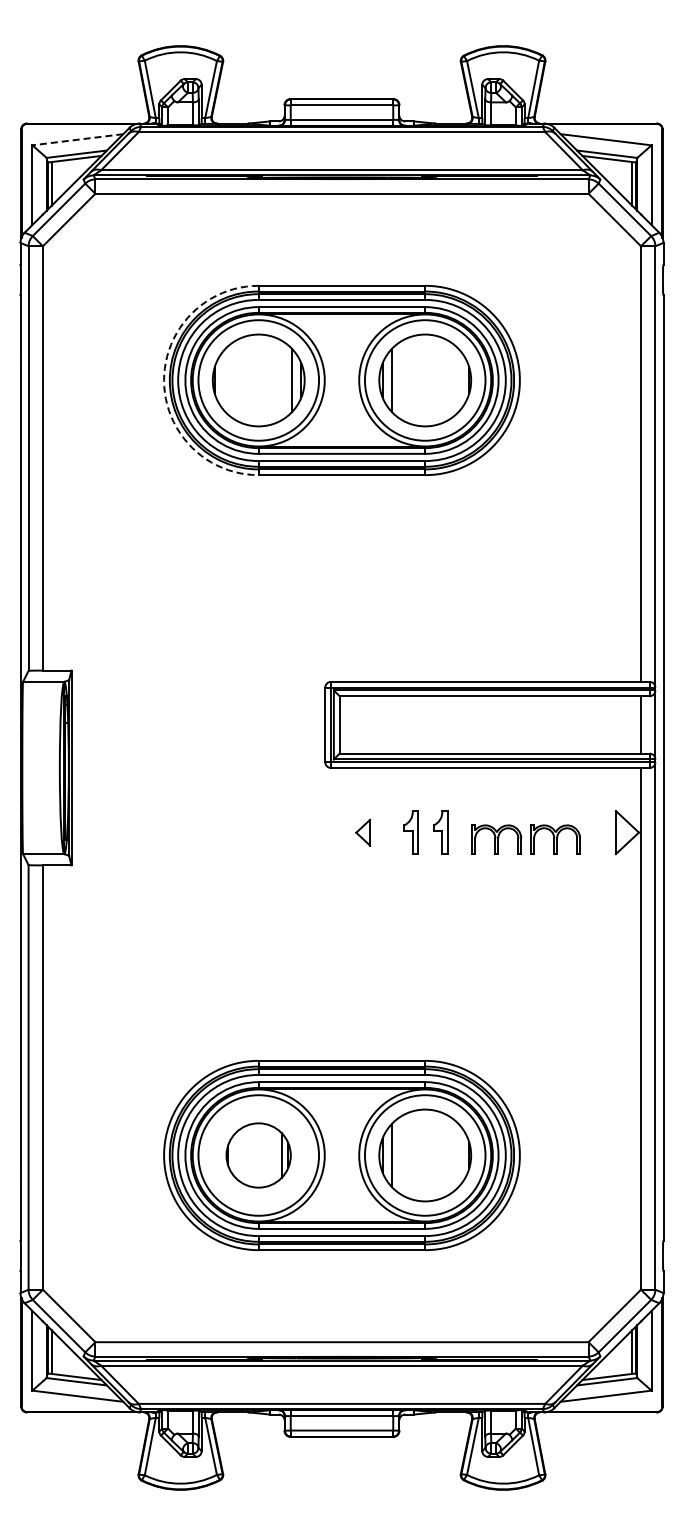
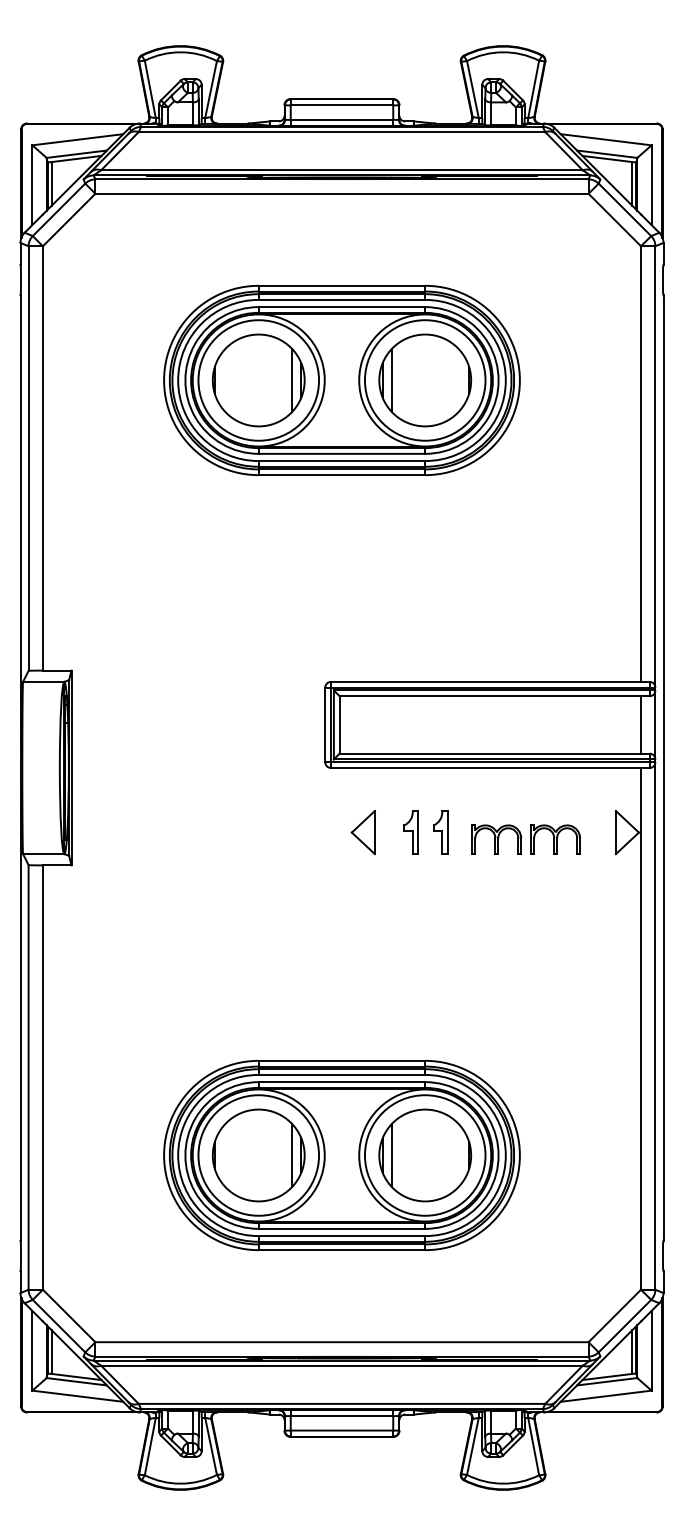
line at (77, 139): dashed -> solid
arc at (164, 380): dashed -> solid
part at (363, 832) size: 17x29 px -> 26x46 px
part at (258, 1155) size: 67x67 px -> 95x95 px
